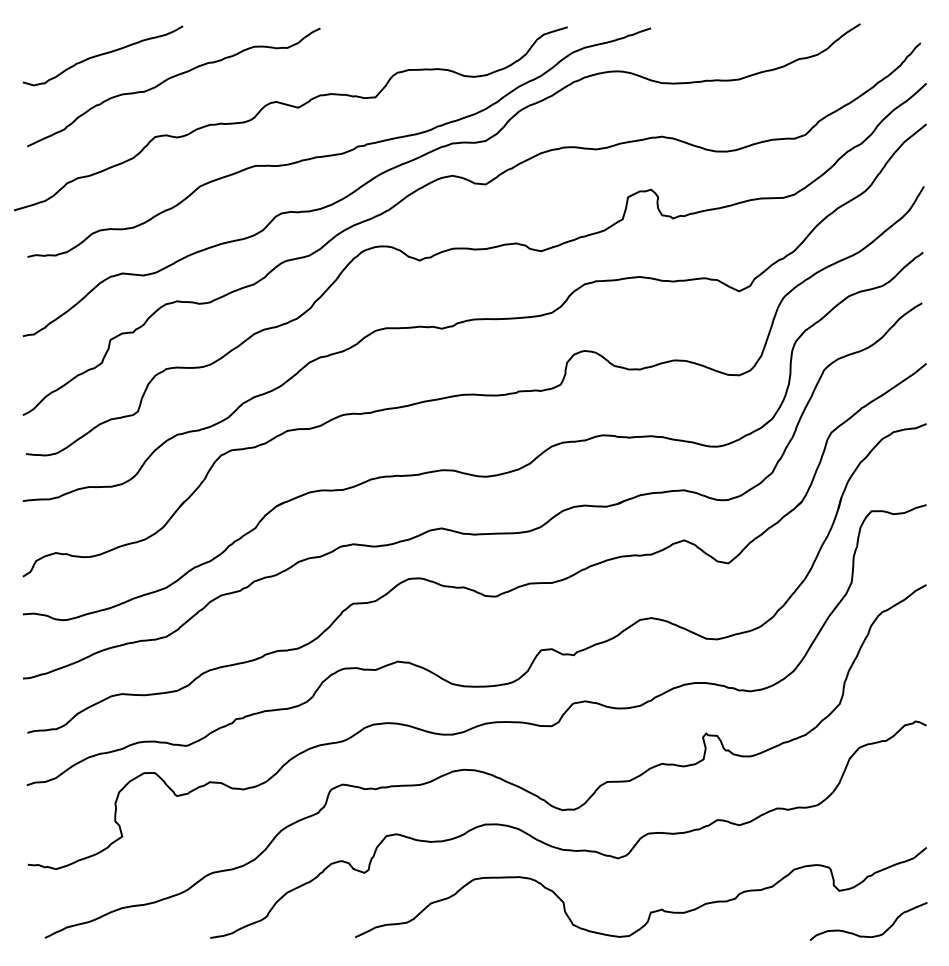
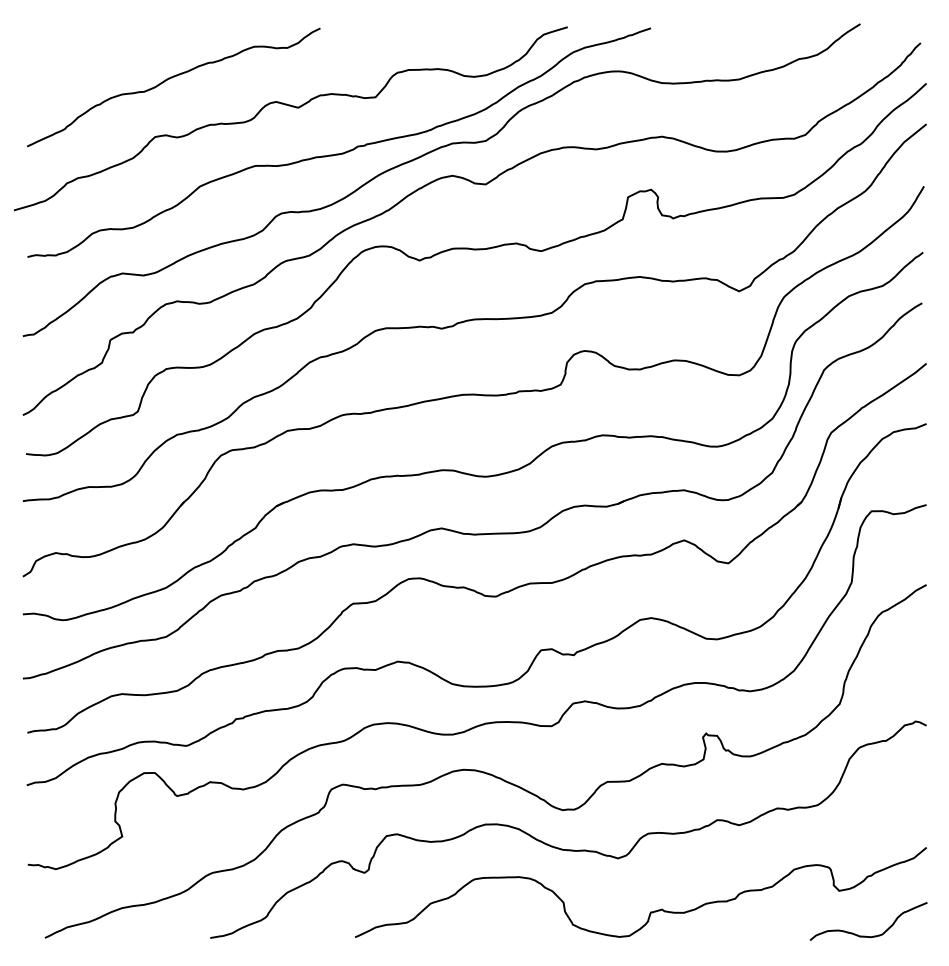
curve at (102, 55): present -> none
